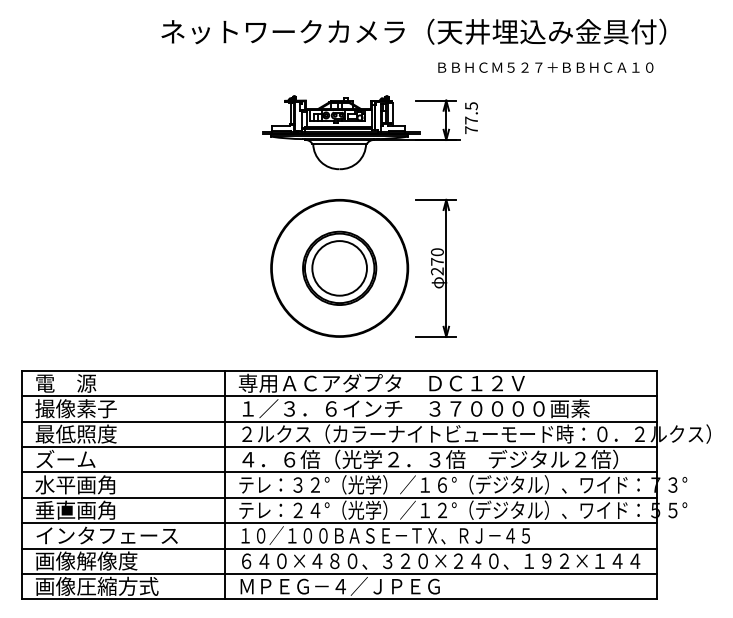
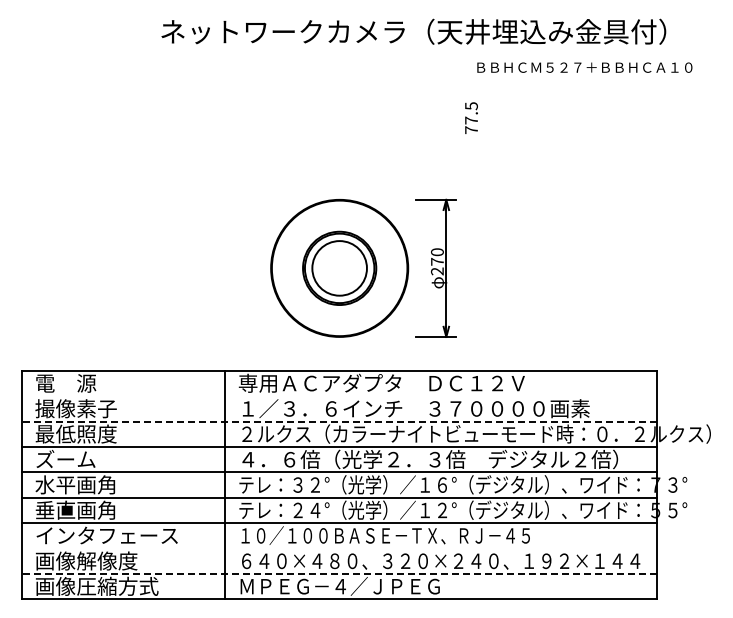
text at (545, 67) position: (545, 67) -> (584, 67)
part at (361, 132): present -> none
line at (338, 396): present -> none
line at (338, 421): solid -> dashed
line at (338, 548): present -> none
line at (338, 573): solid -> dashed
